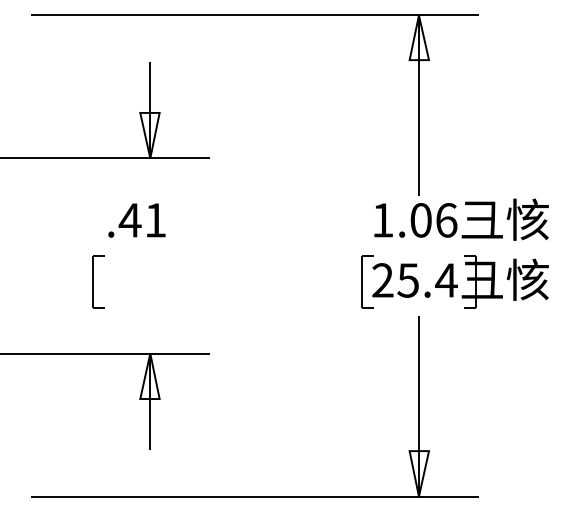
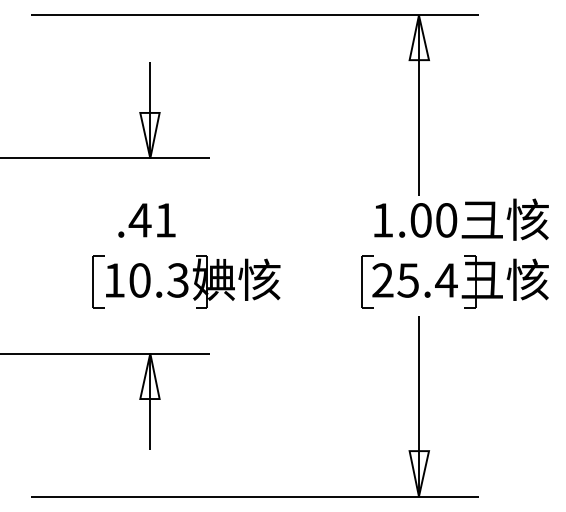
text at (136, 220) position: (136, 220) -> (146, 220)
text at (446, 220): 1.06 -> 1.00
part at (193, 281): none -> present
